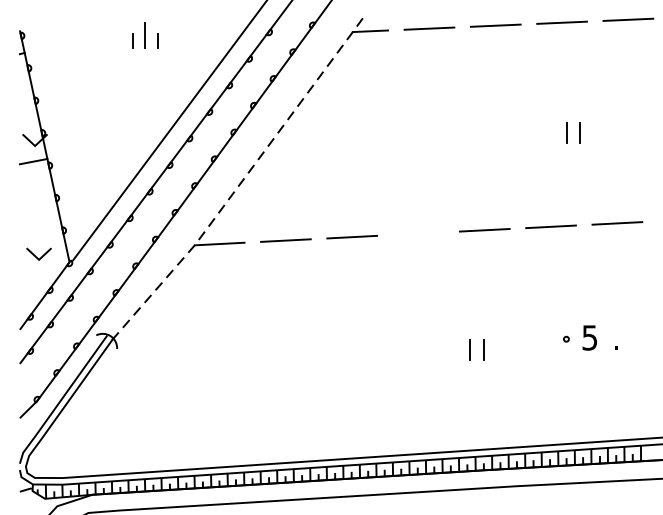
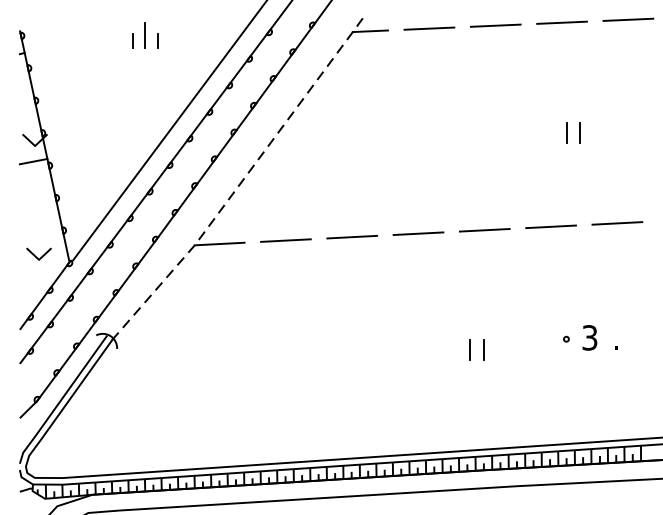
line at (418, 233): none -> present
text at (590, 337): 5 -> 3
